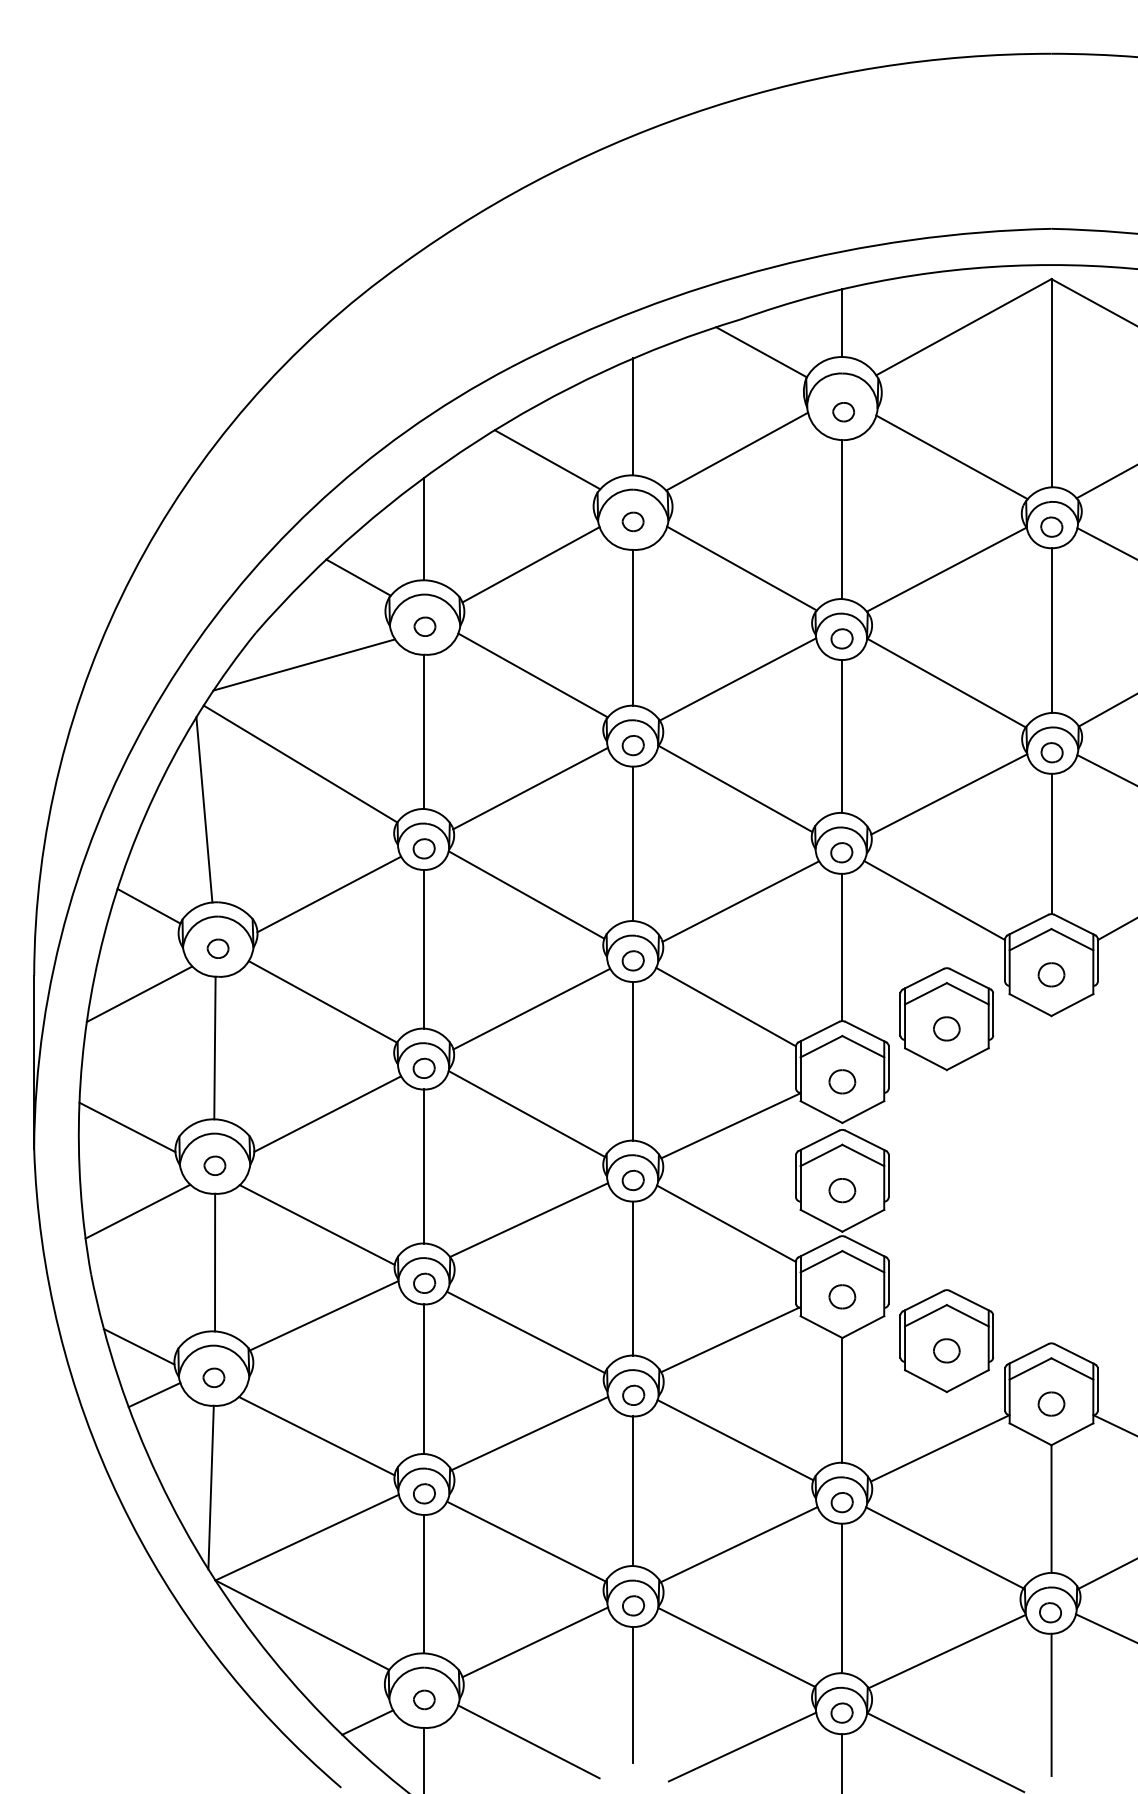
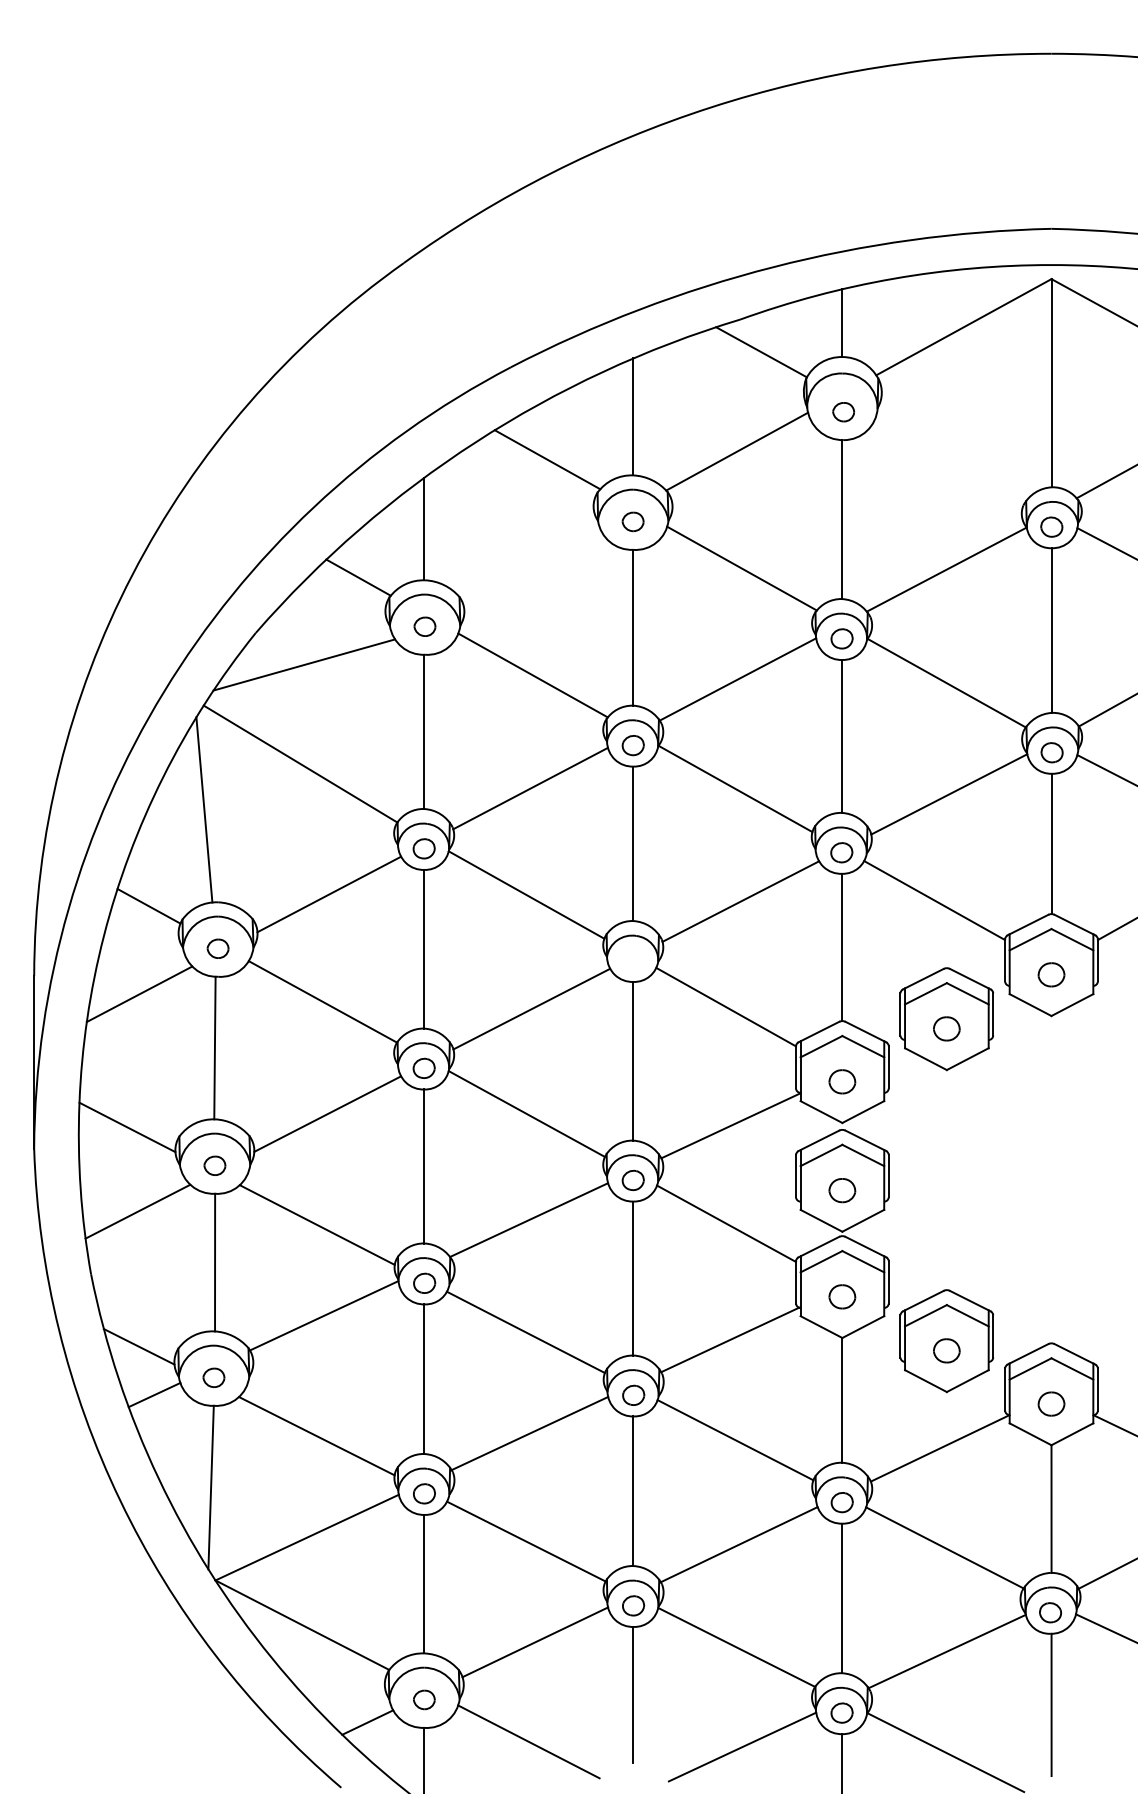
line at (951, 457): present -> none
line at (530, 564): present -> none
part at (632, 960): present -> none
